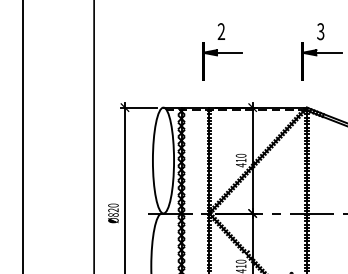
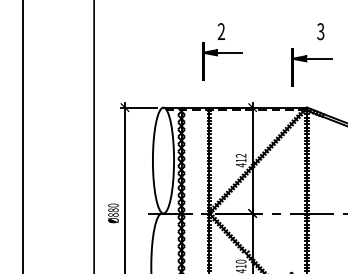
part at (317, 56) position: (317, 56) -> (307, 62)
text at (241, 155): 410 -> 412
text at (113, 210): Ø820 -> Ø880
